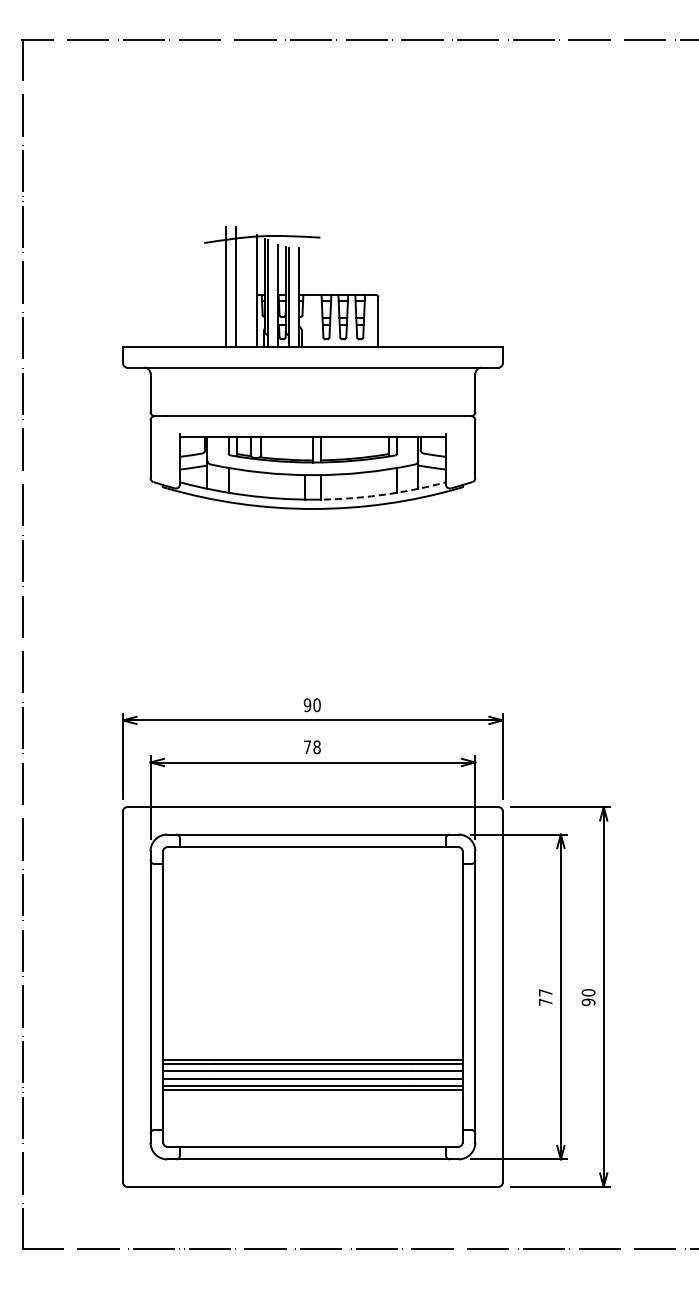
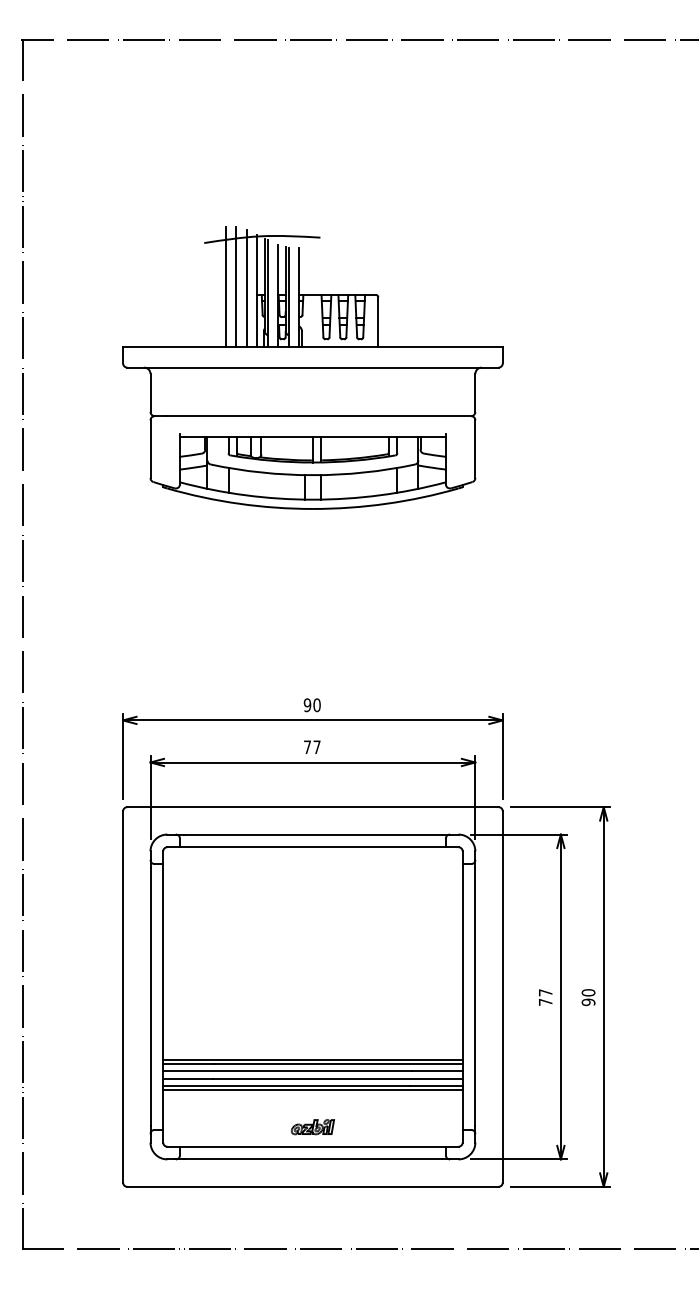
line at (246, 288): none -> present
arc at (379, 495): dashed -> solid
text at (316, 747): 78 -> 77
part at (312, 1127): none -> present
